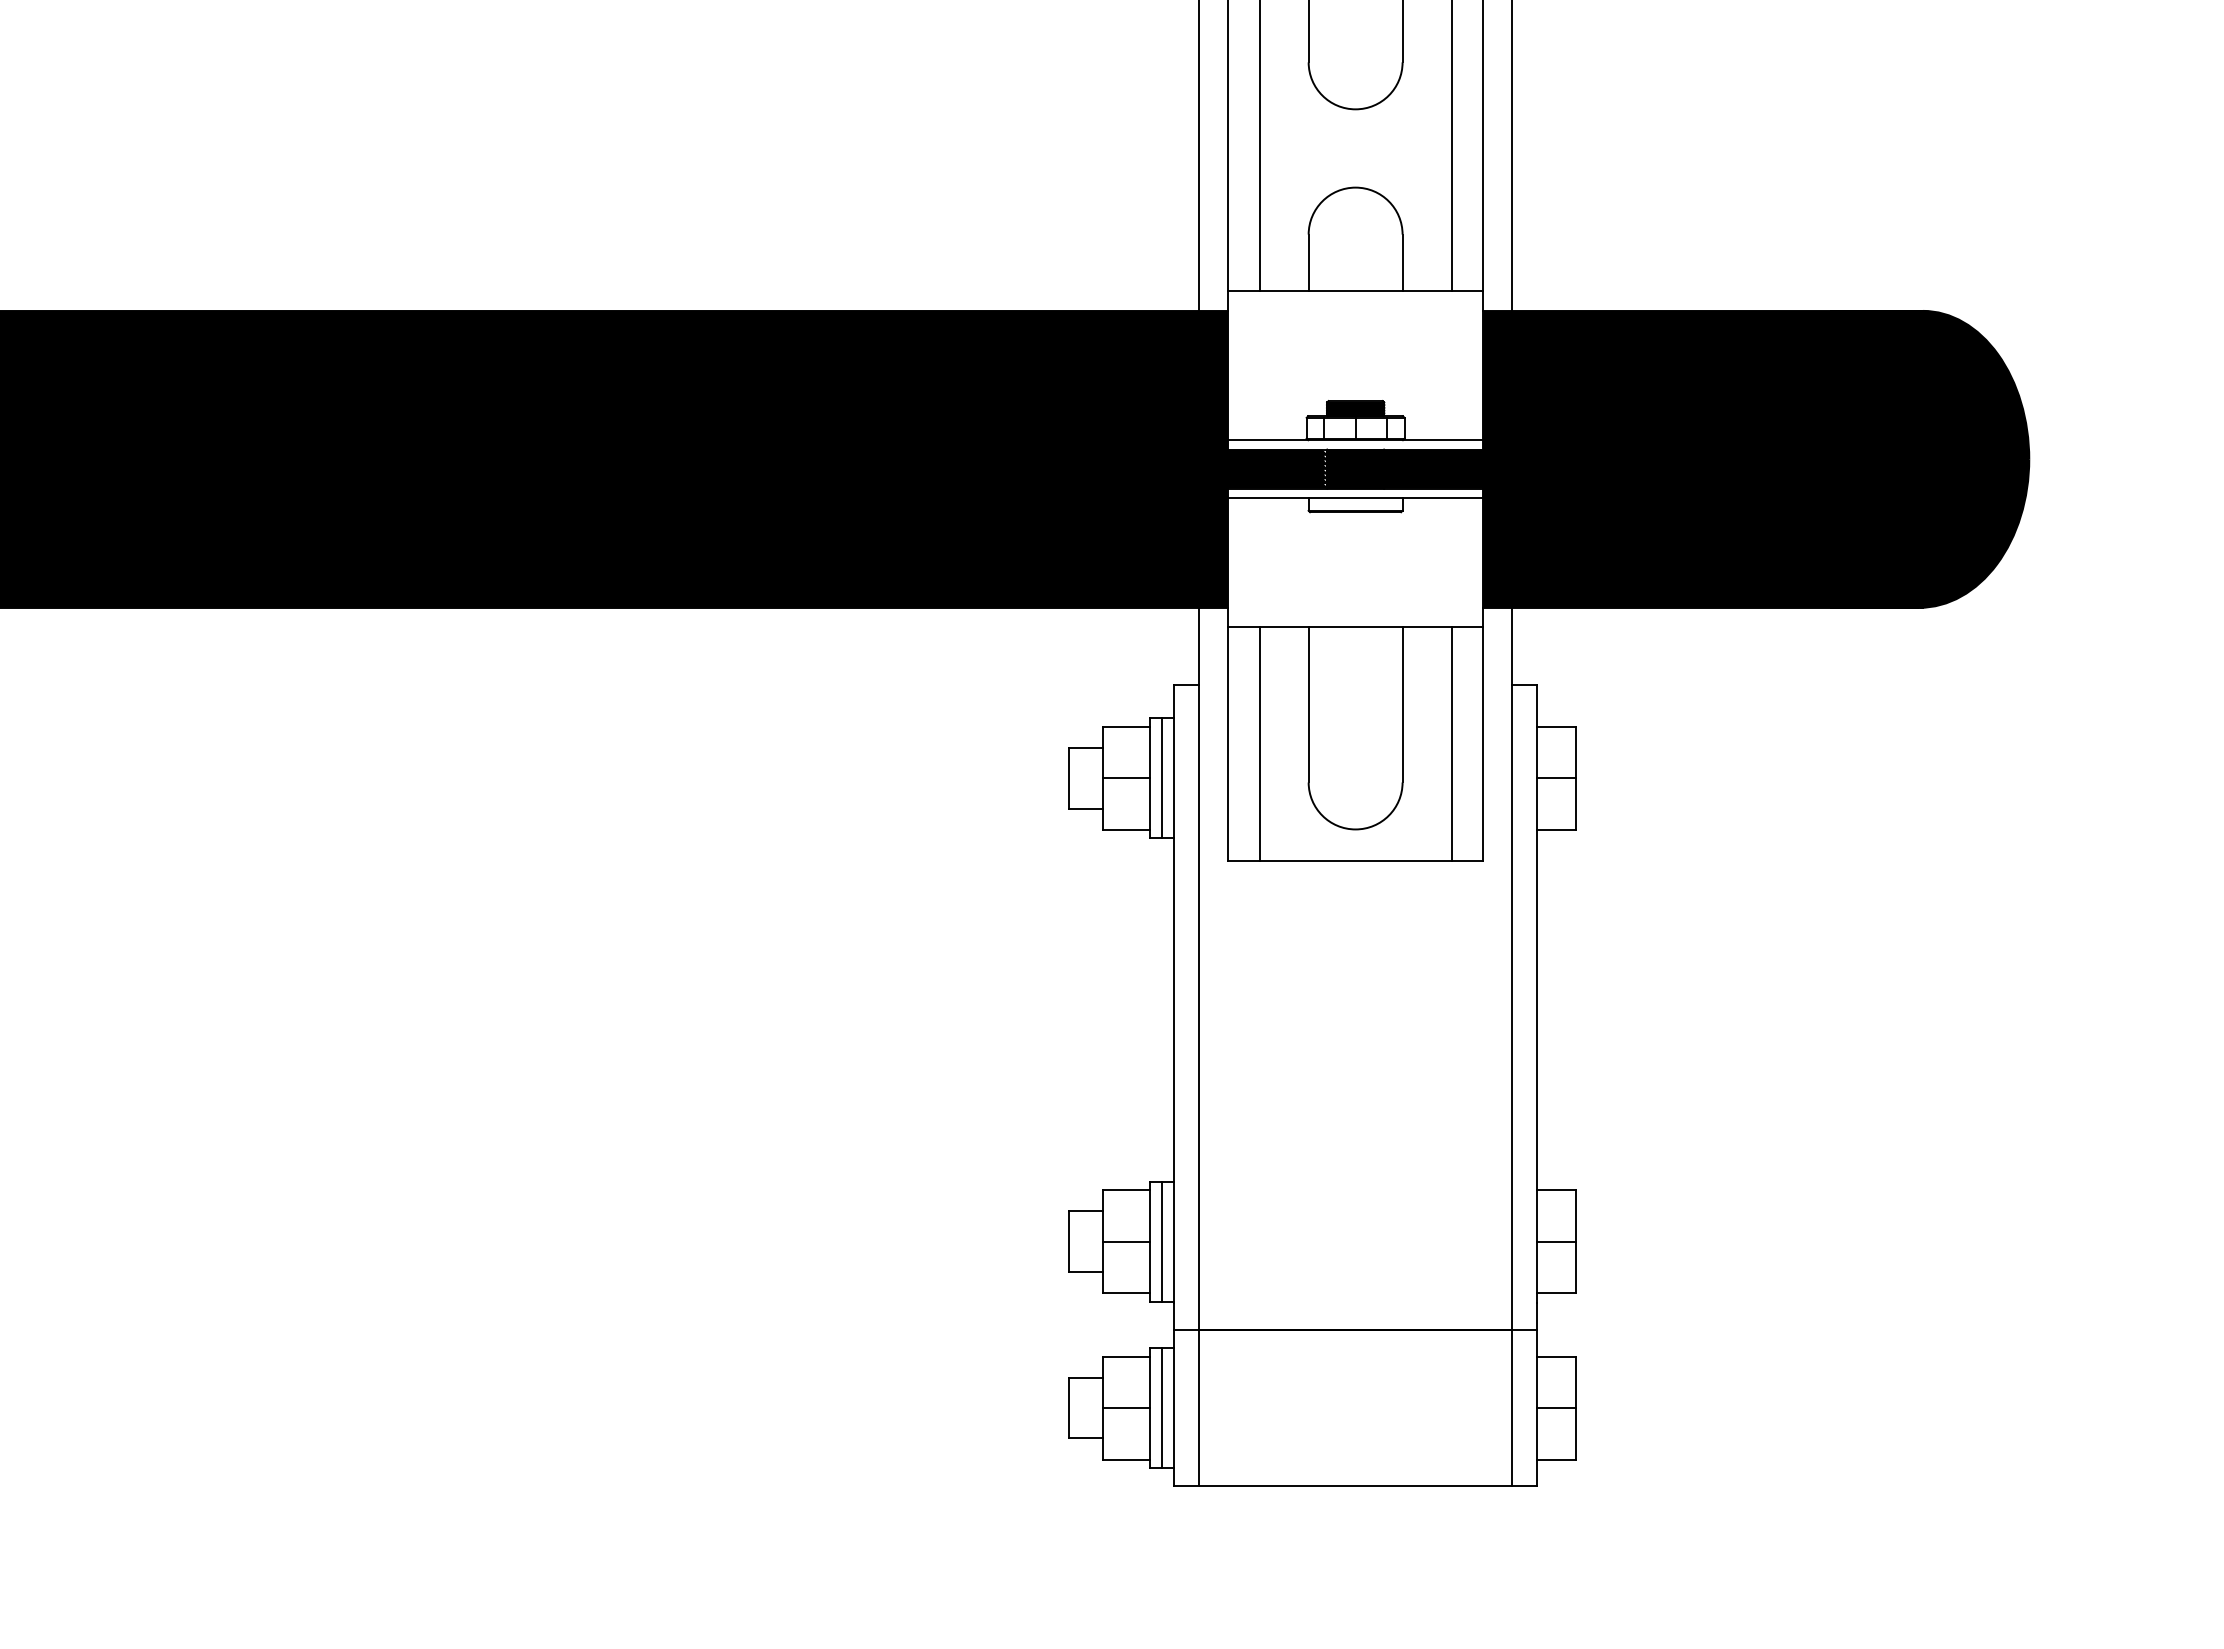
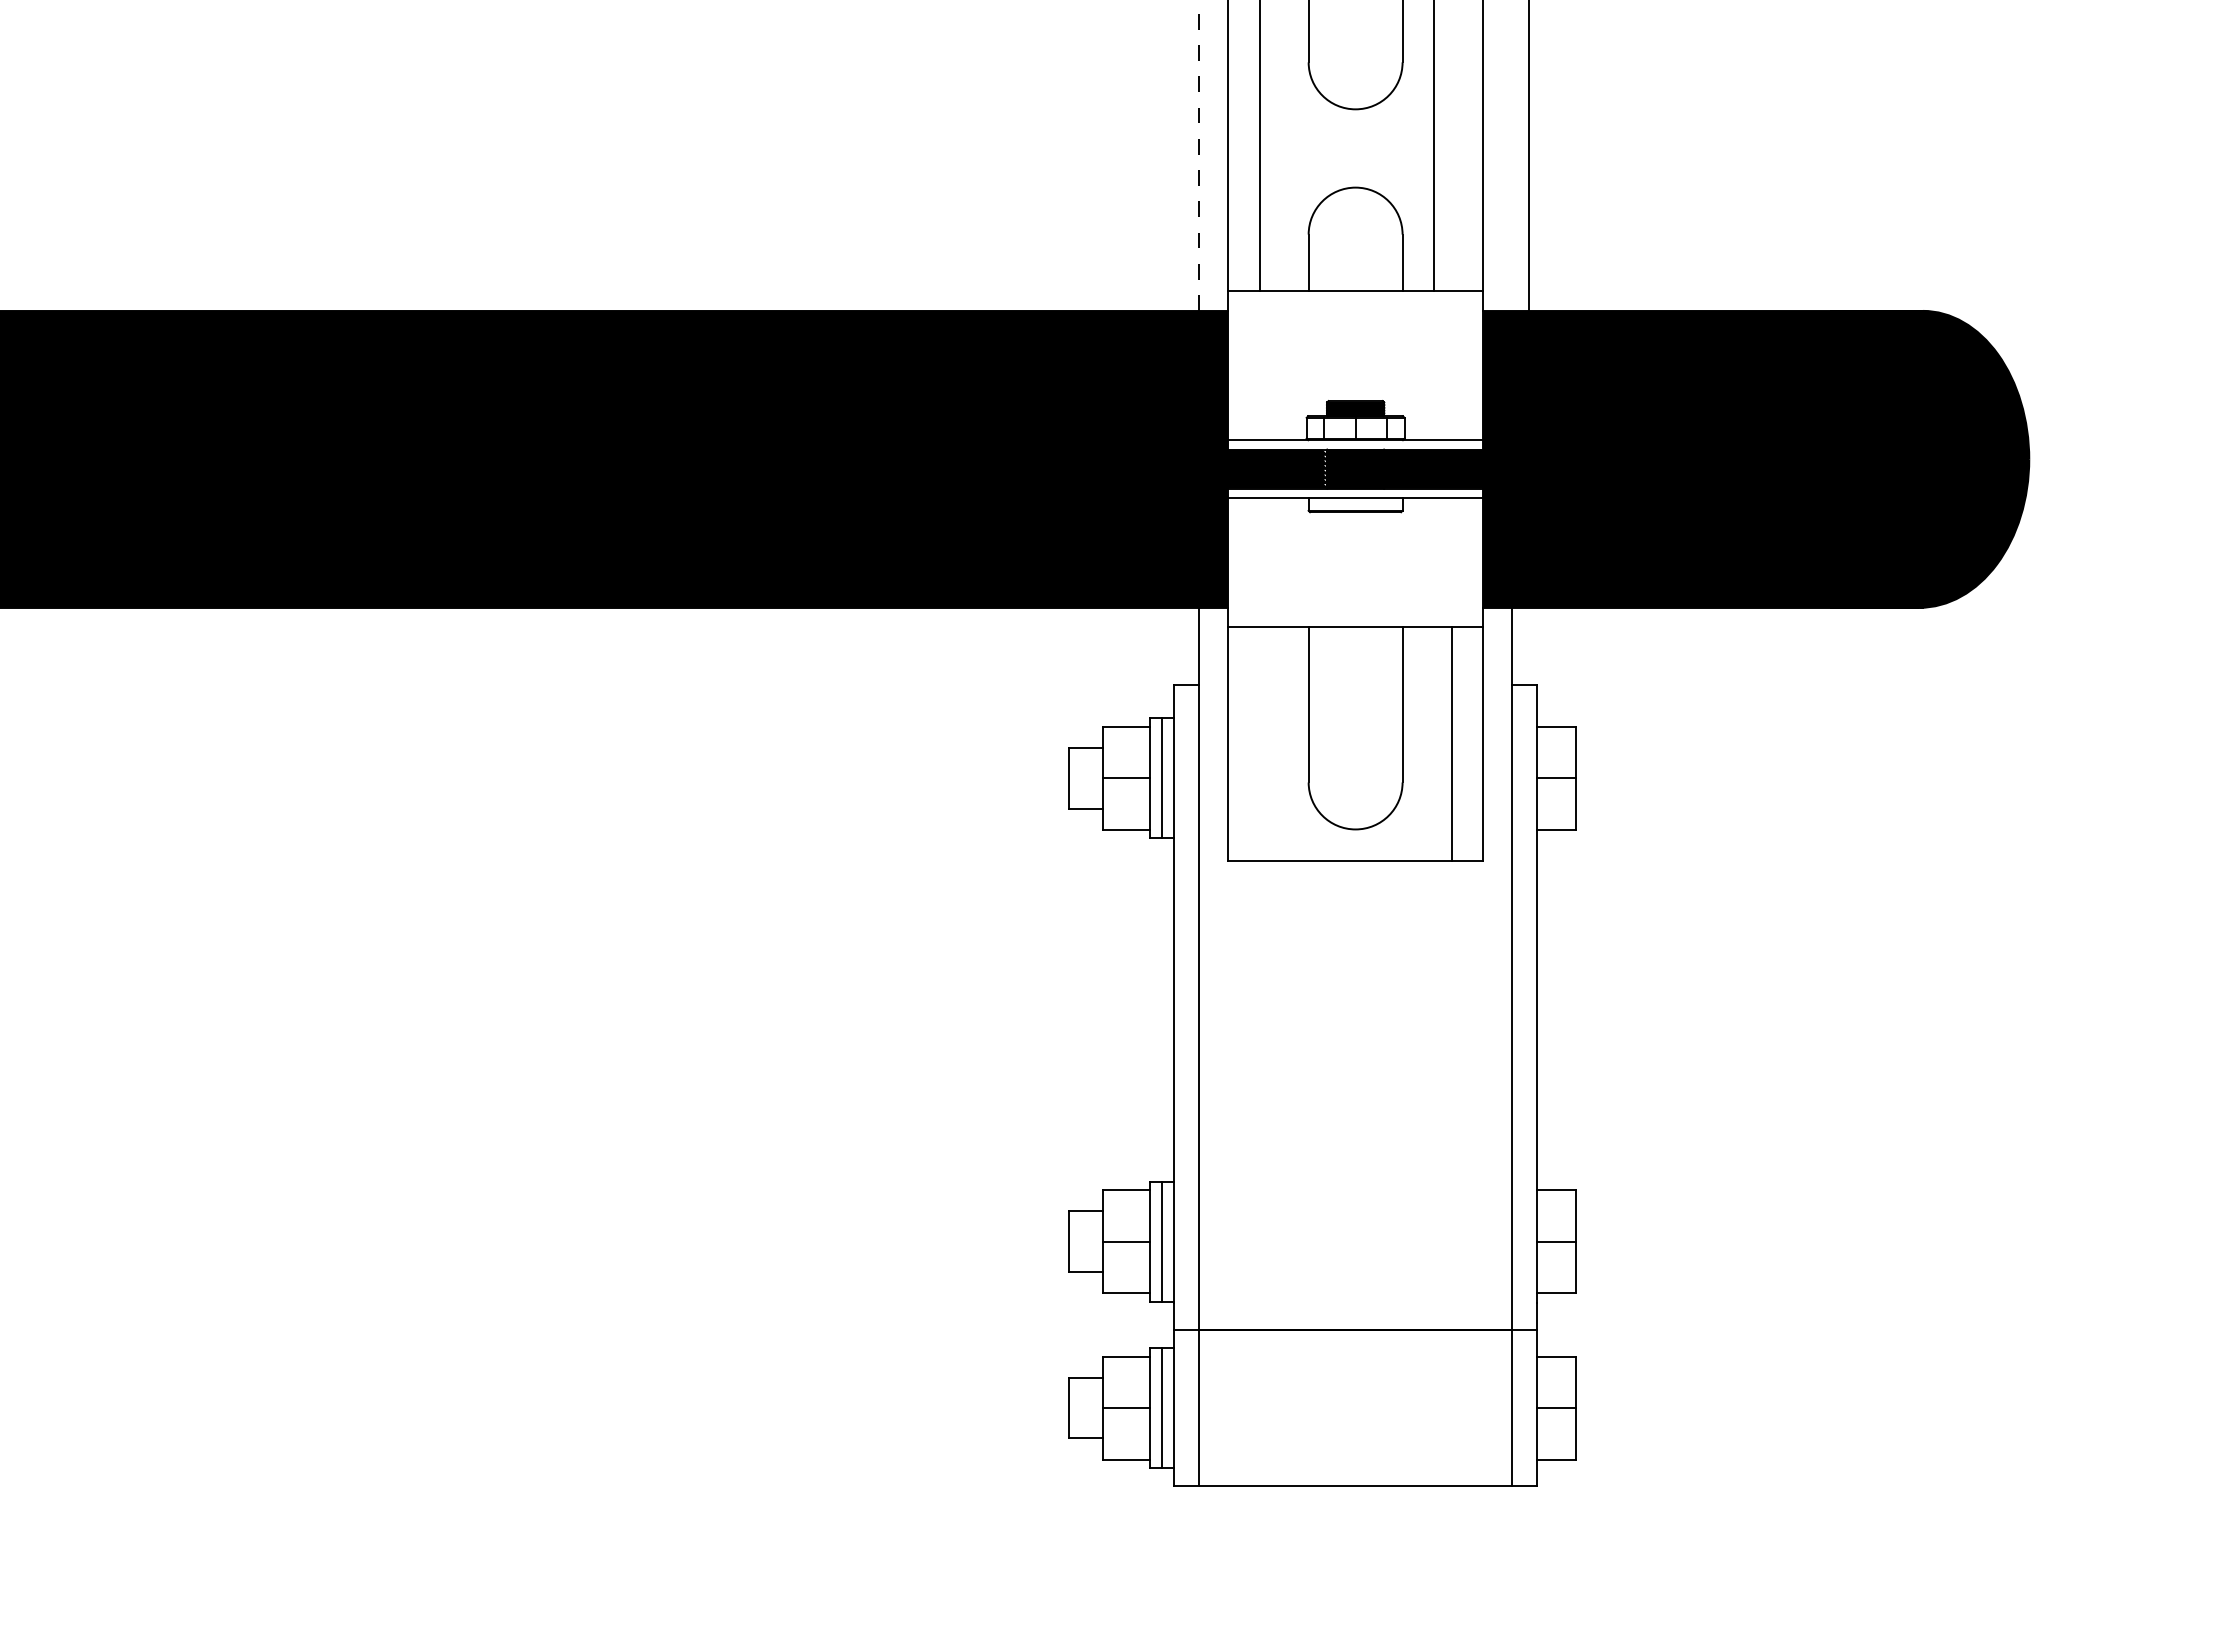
line at (1451, 146) position: (1451, 146) -> (1433, 146)
line at (1199, 155): solid -> dashed
line at (1511, 156) position: (1511, 156) -> (1528, 156)
line at (1259, 743): present -> none
